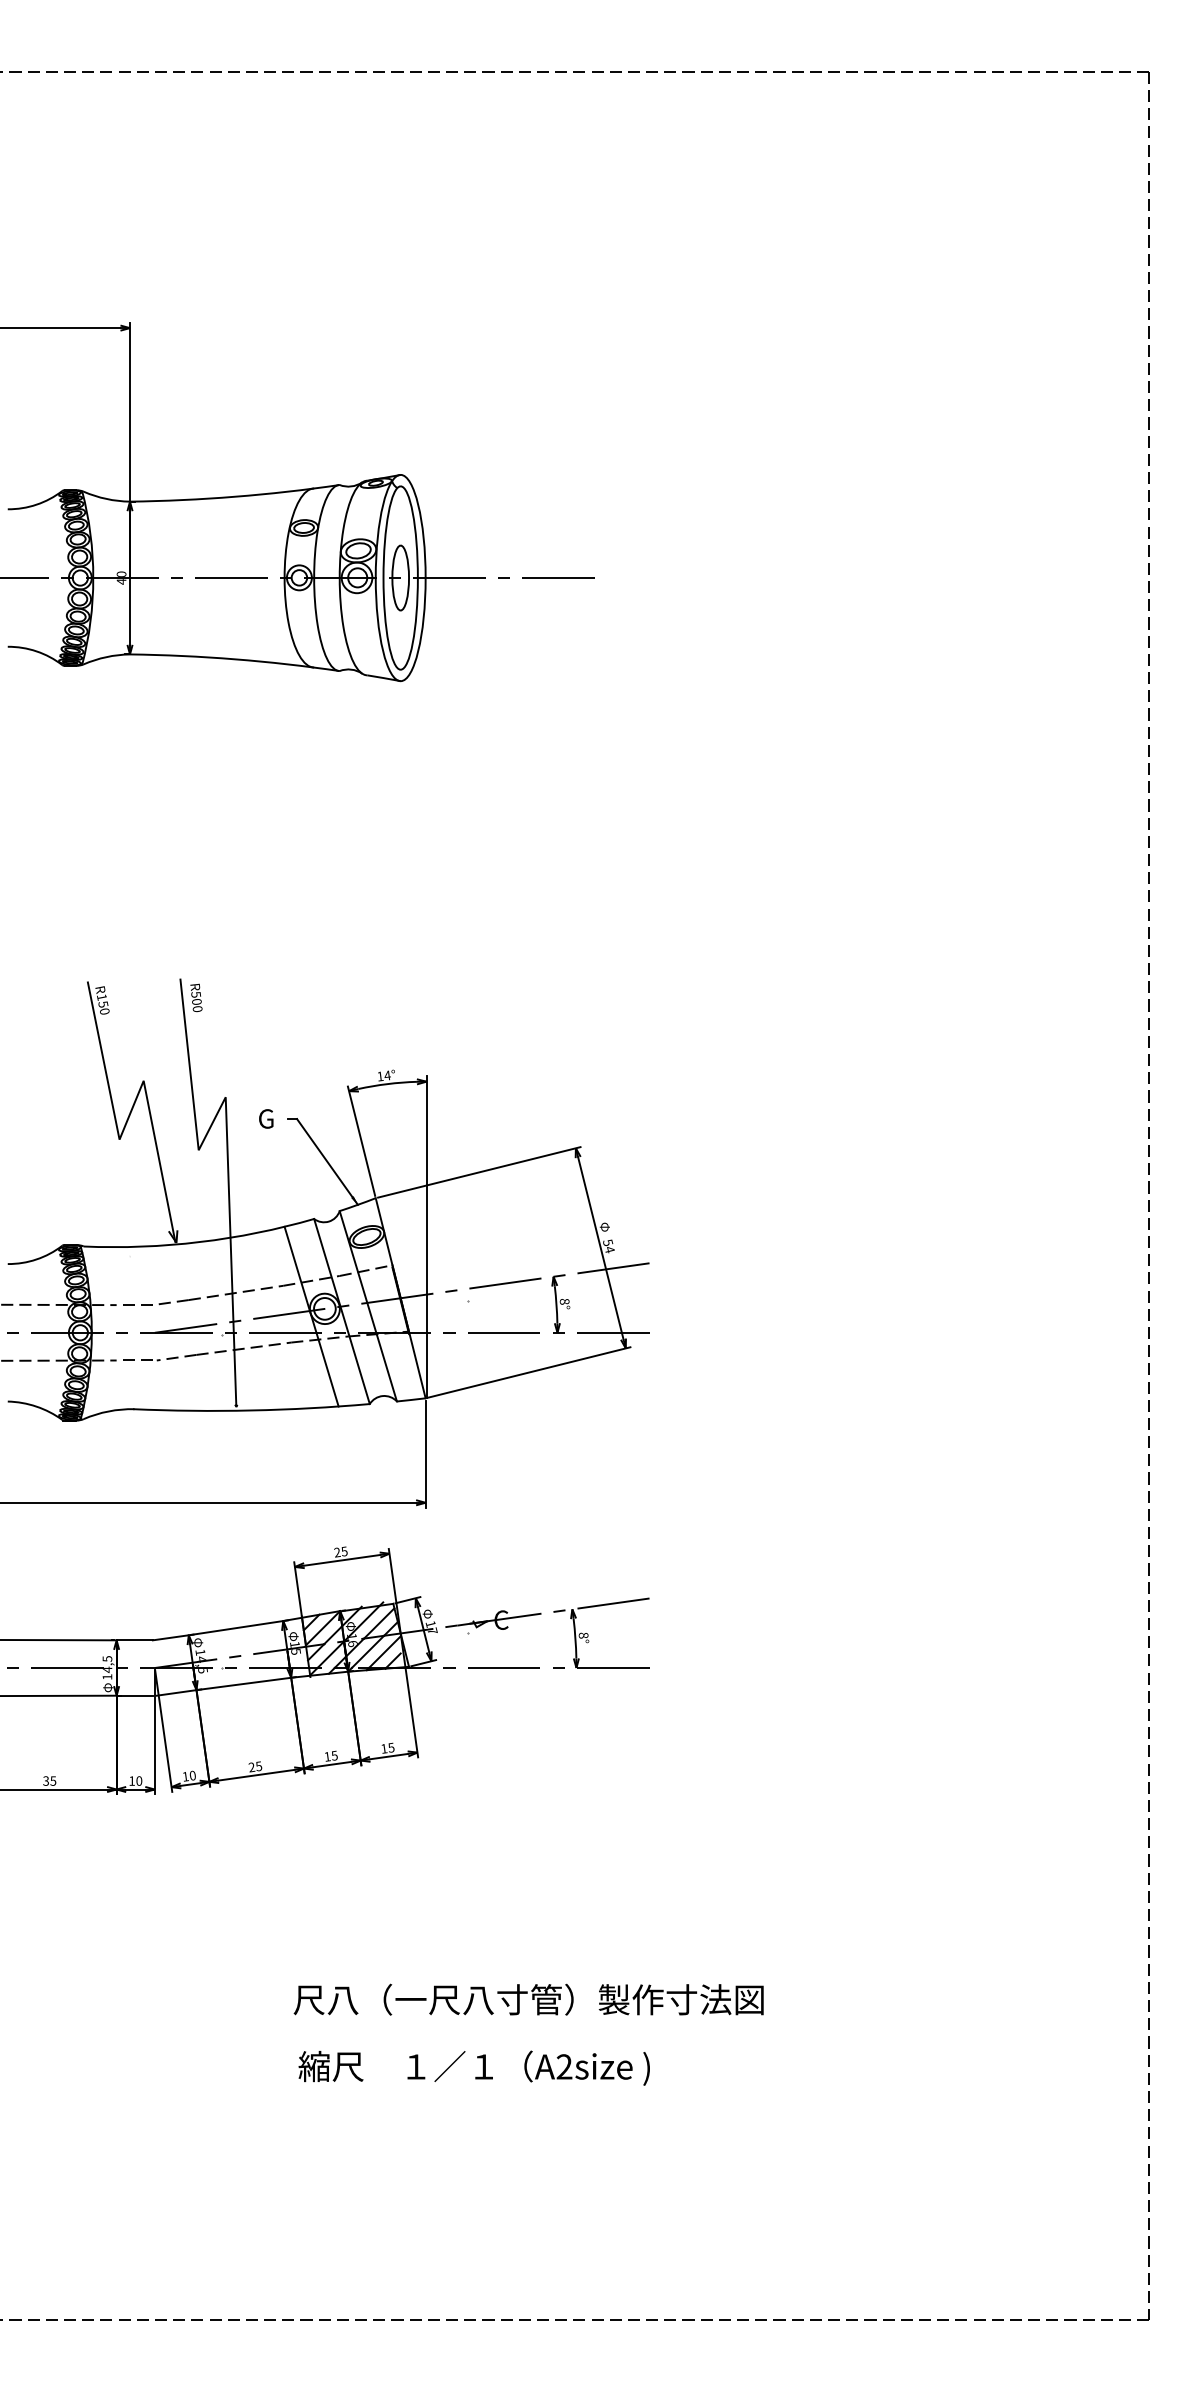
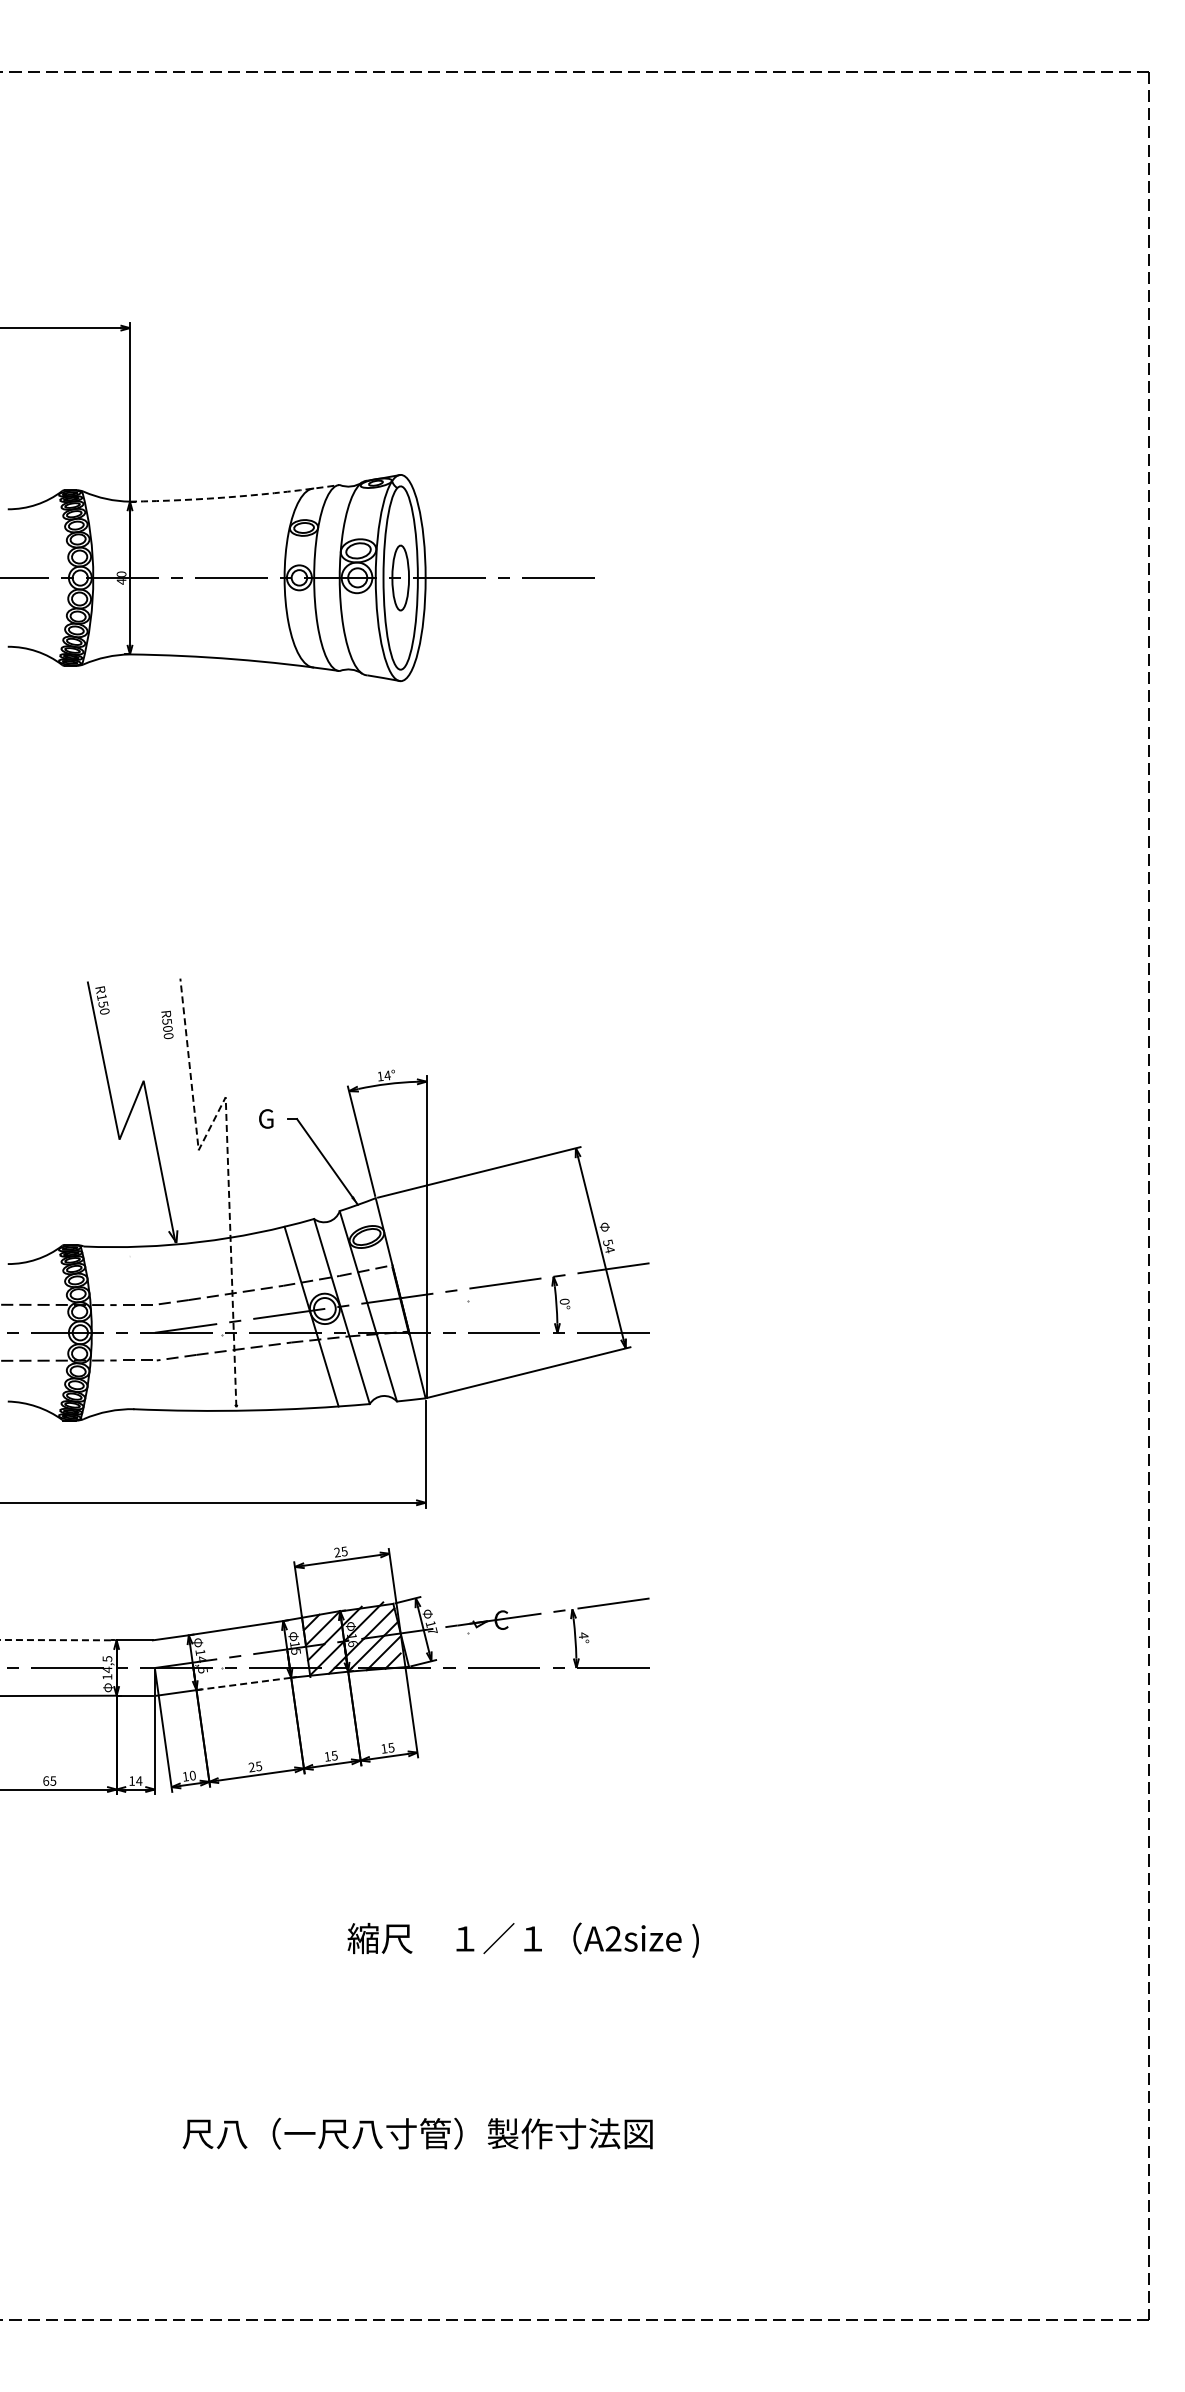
arc at (235, 496): solid -> dashed
text at (196, 997) position: (196, 997) -> (167, 1024)
line at (227, 1134): solid -> dashed
text at (564, 1301): 8° -> 0°
text at (583, 1635): 8° -> 4°
line at (58, 1640): solid -> dashed
line at (243, 1683): solid -> dashed
text at (46, 1780): 35 -> 65
text at (139, 1780): 10 -> 14
text at (528, 1999) position: (528, 1999) -> (417, 2133)
text at (473, 2067) position: (473, 2067) -> (522, 1939)
